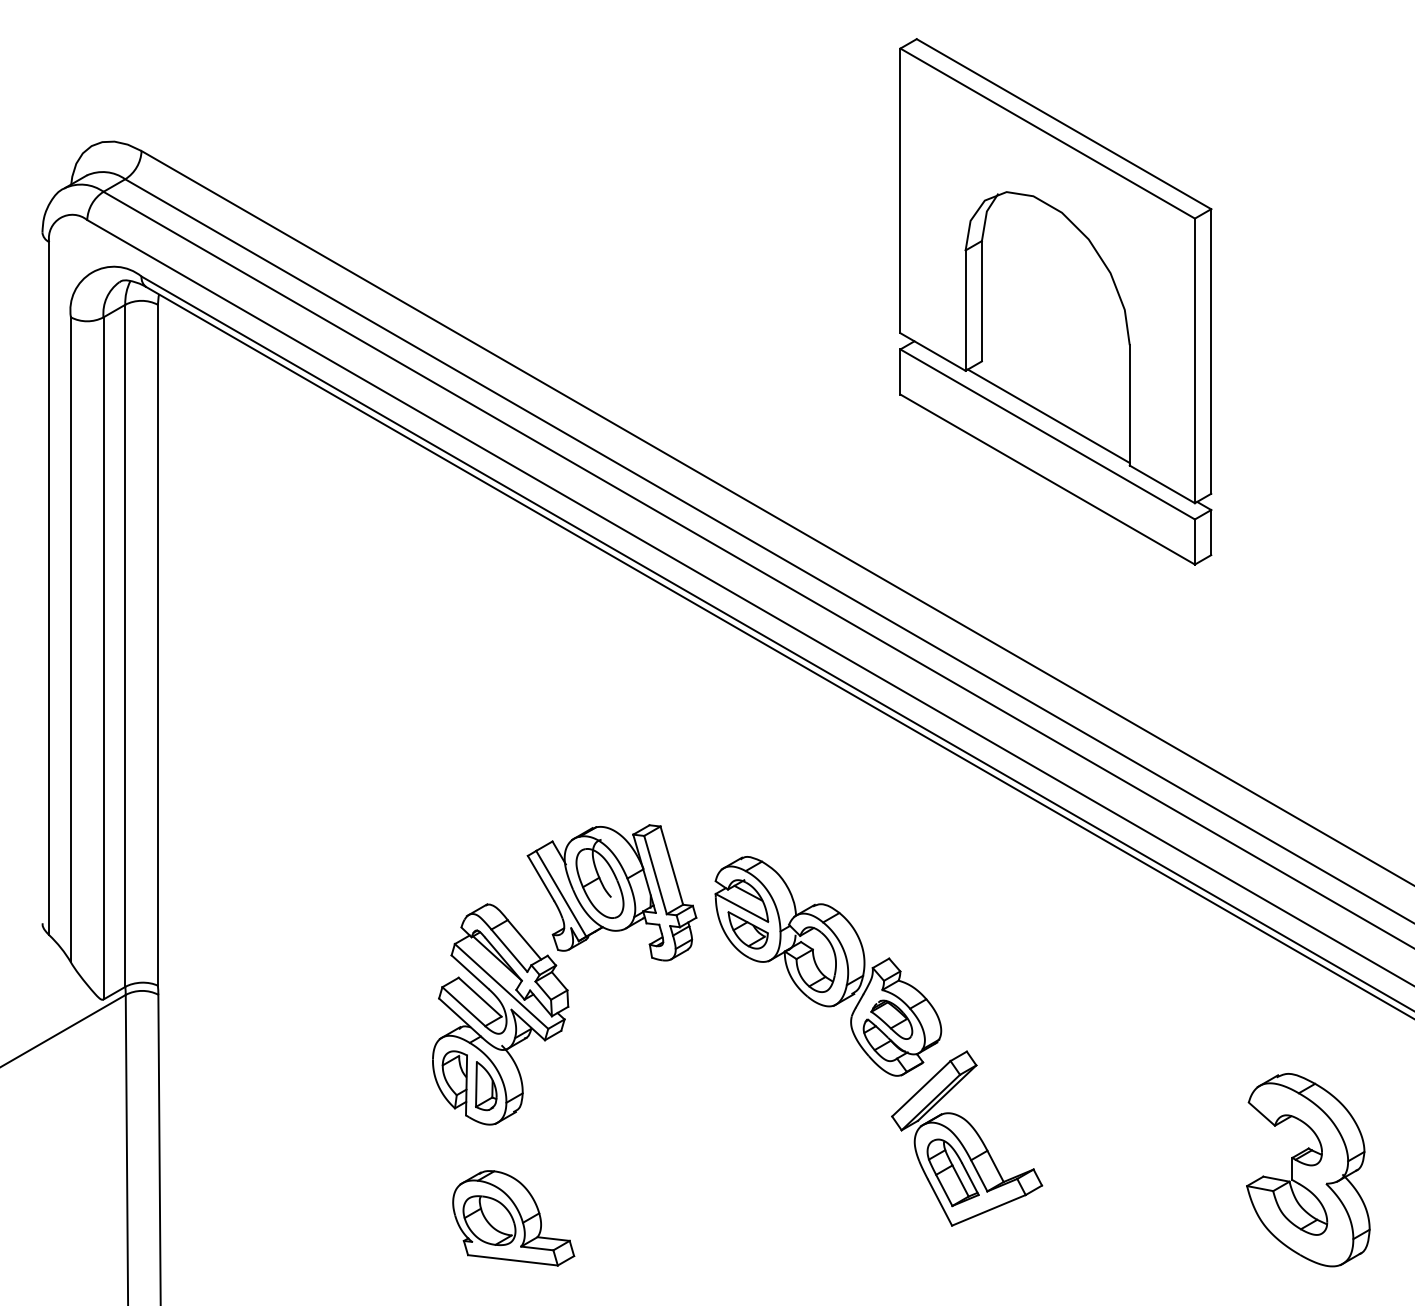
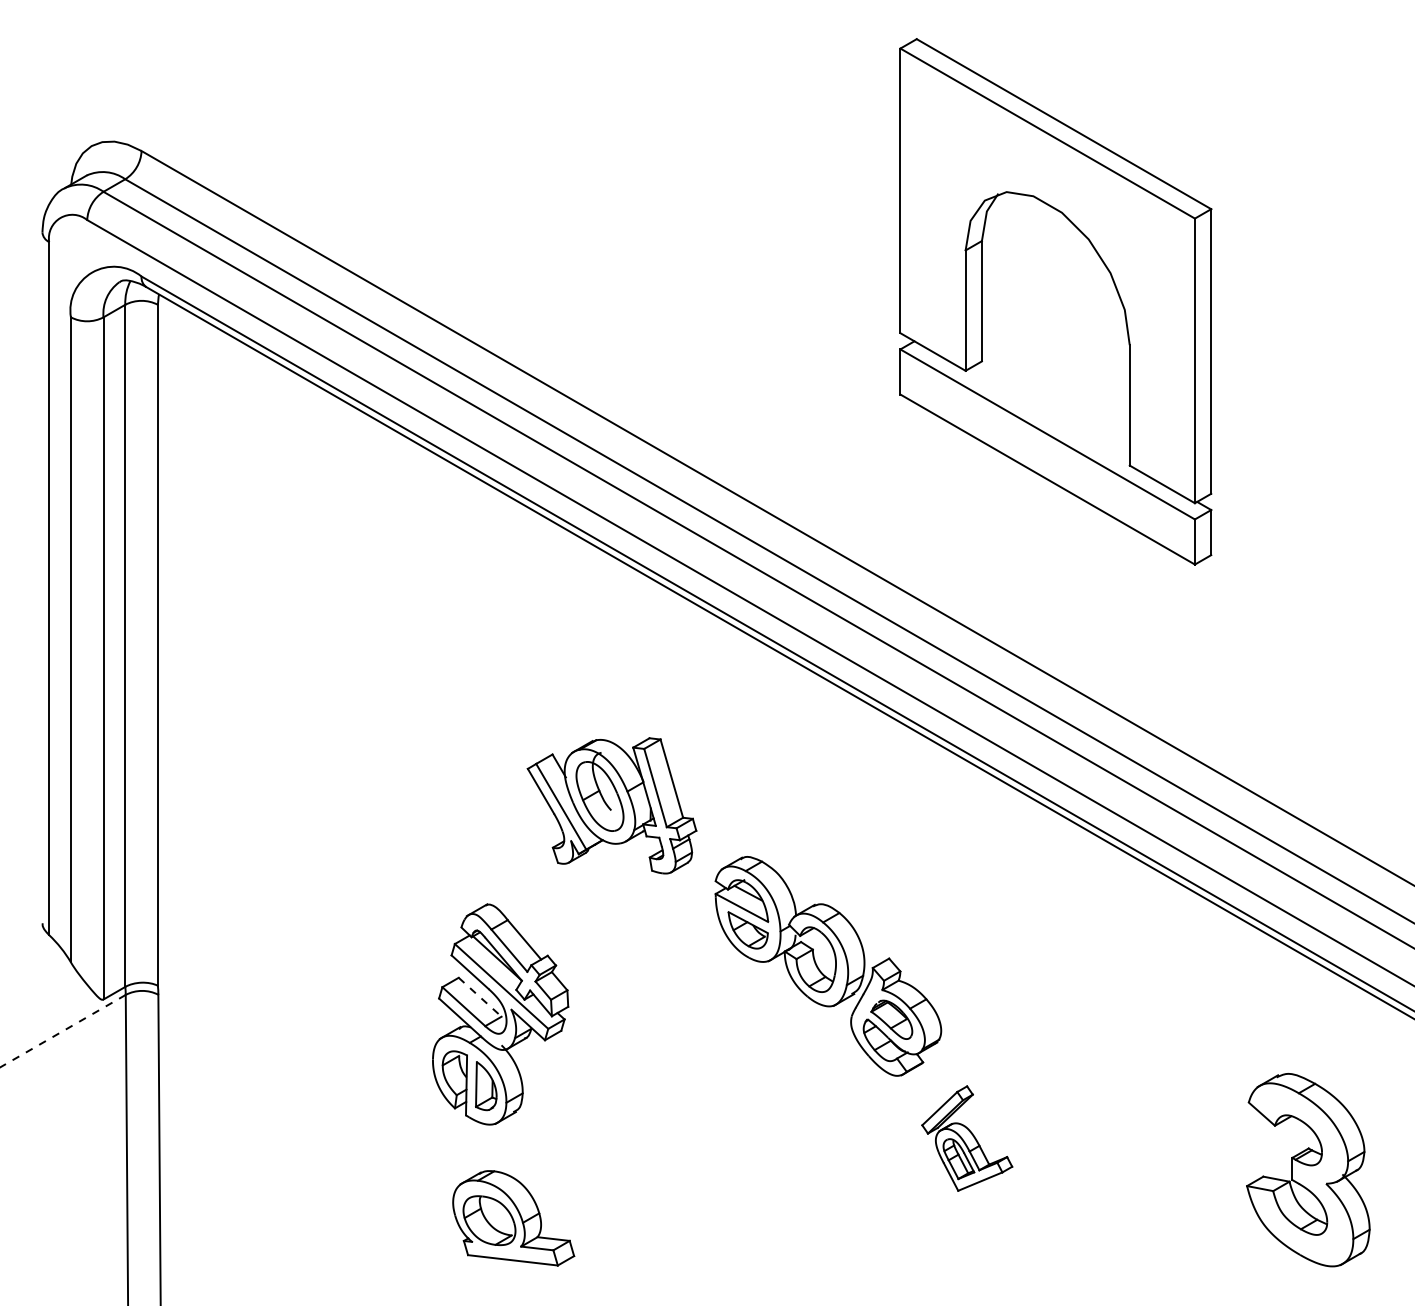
line at (1048, 415): present -> none
part at (611, 892) position: (611, 892) -> (611, 805)
line at (480, 997): solid -> dashed
line at (62, 1031): solid -> dashed
part at (967, 1138) size: 153x177 px -> 93x107 px
